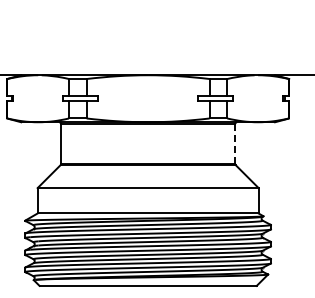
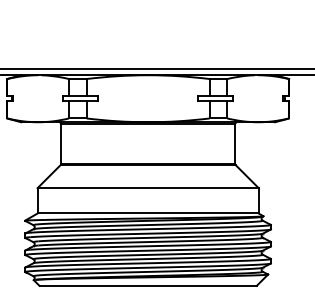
line at (156, 68): none -> present
line at (235, 143): dashed -> solid
